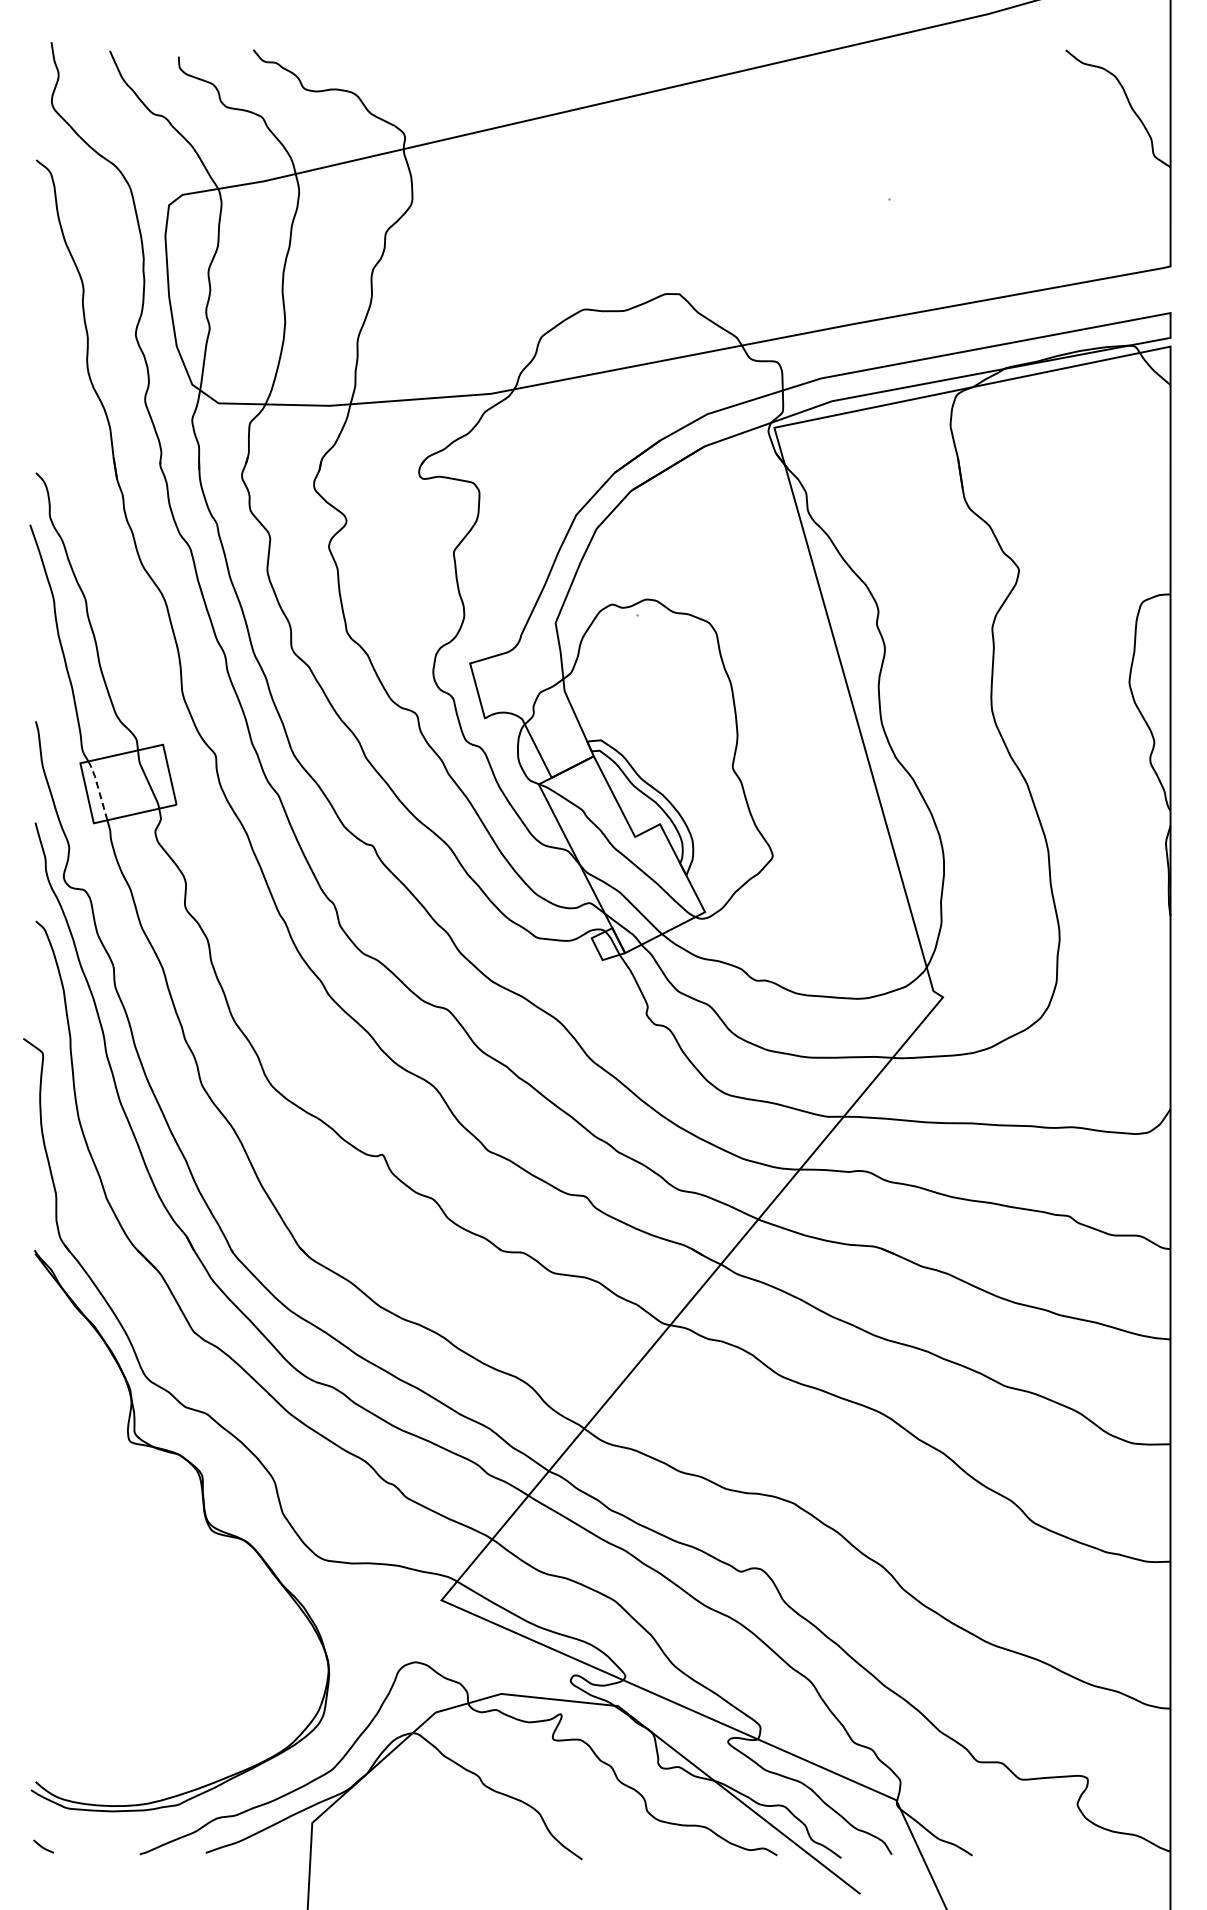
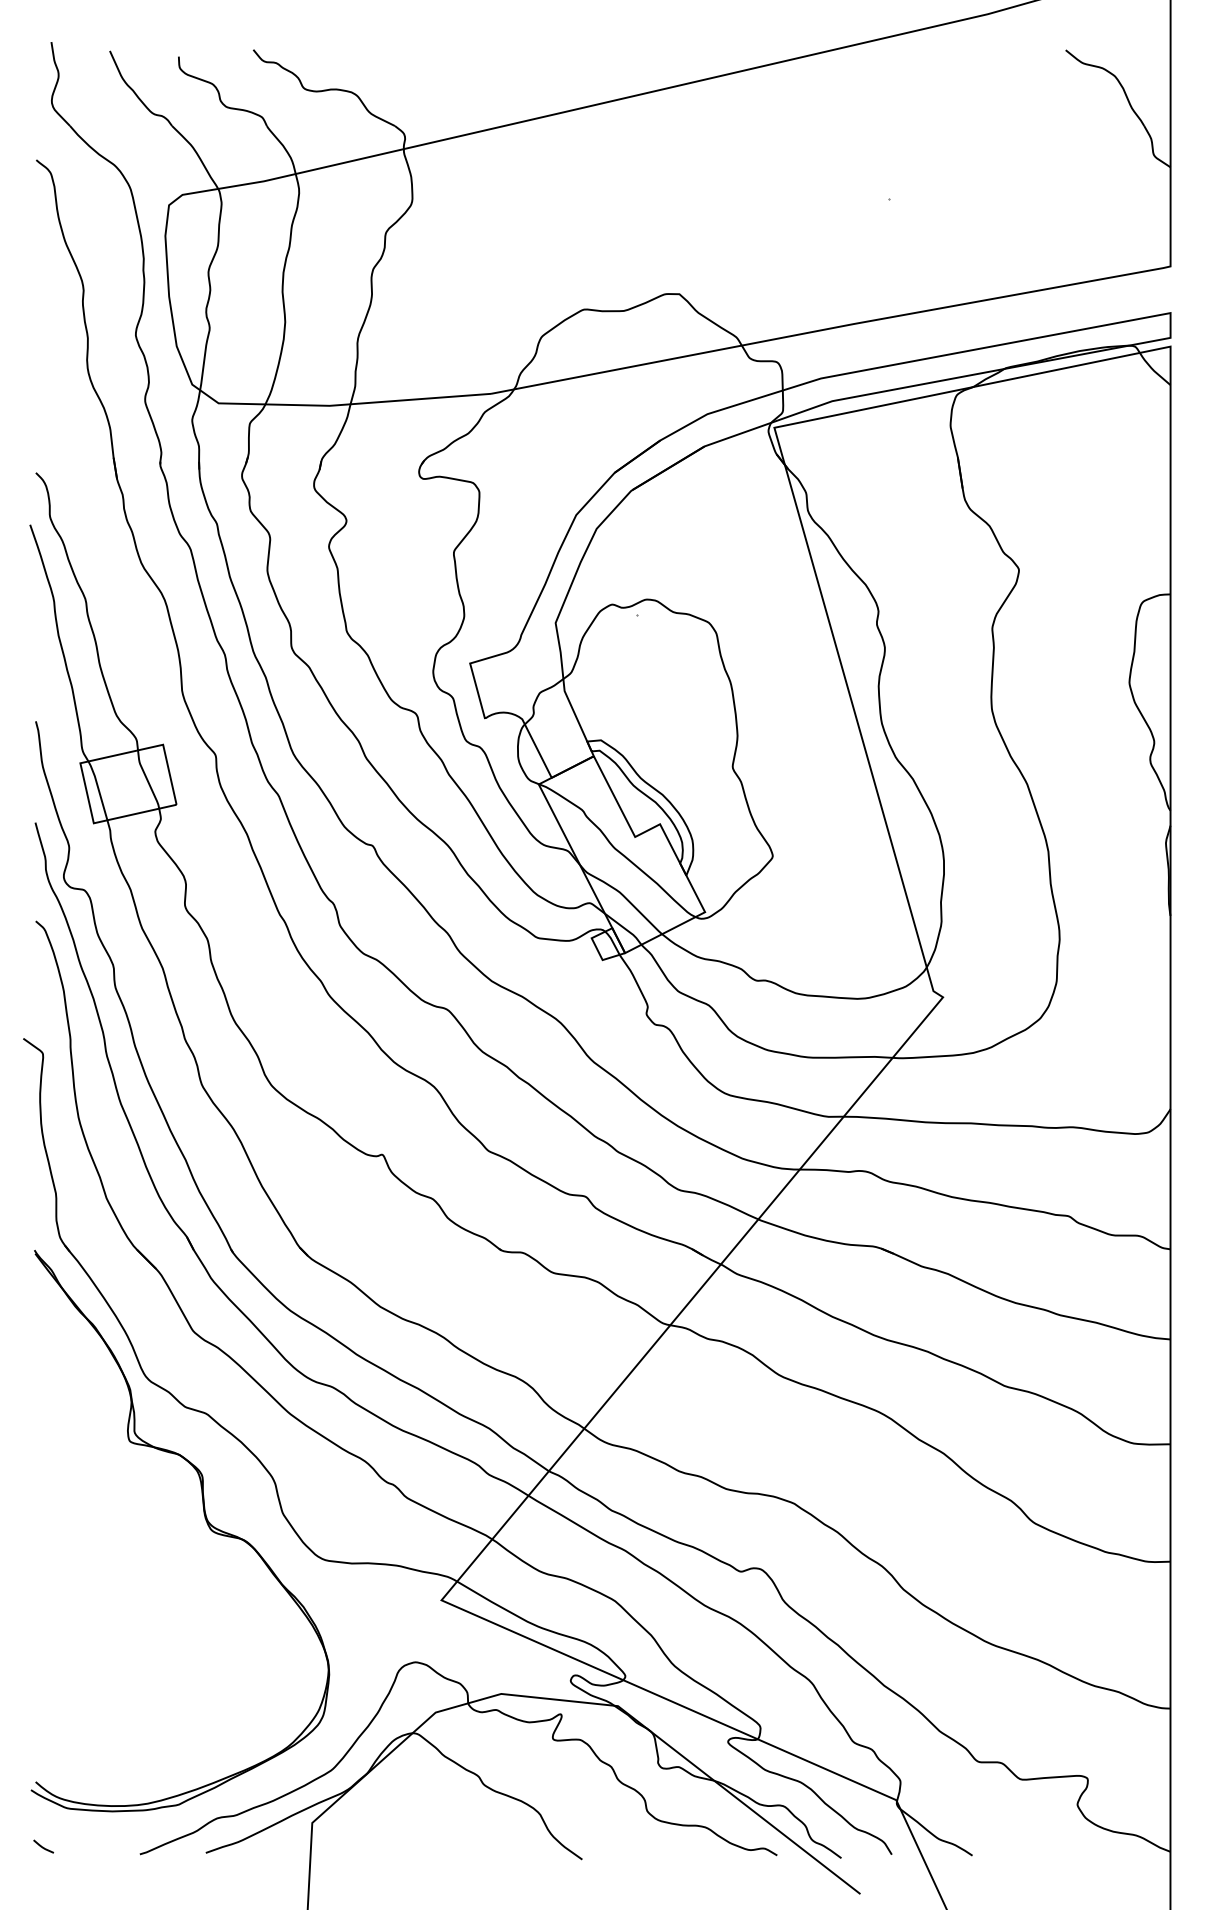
line at (98, 788): dashed -> solid
